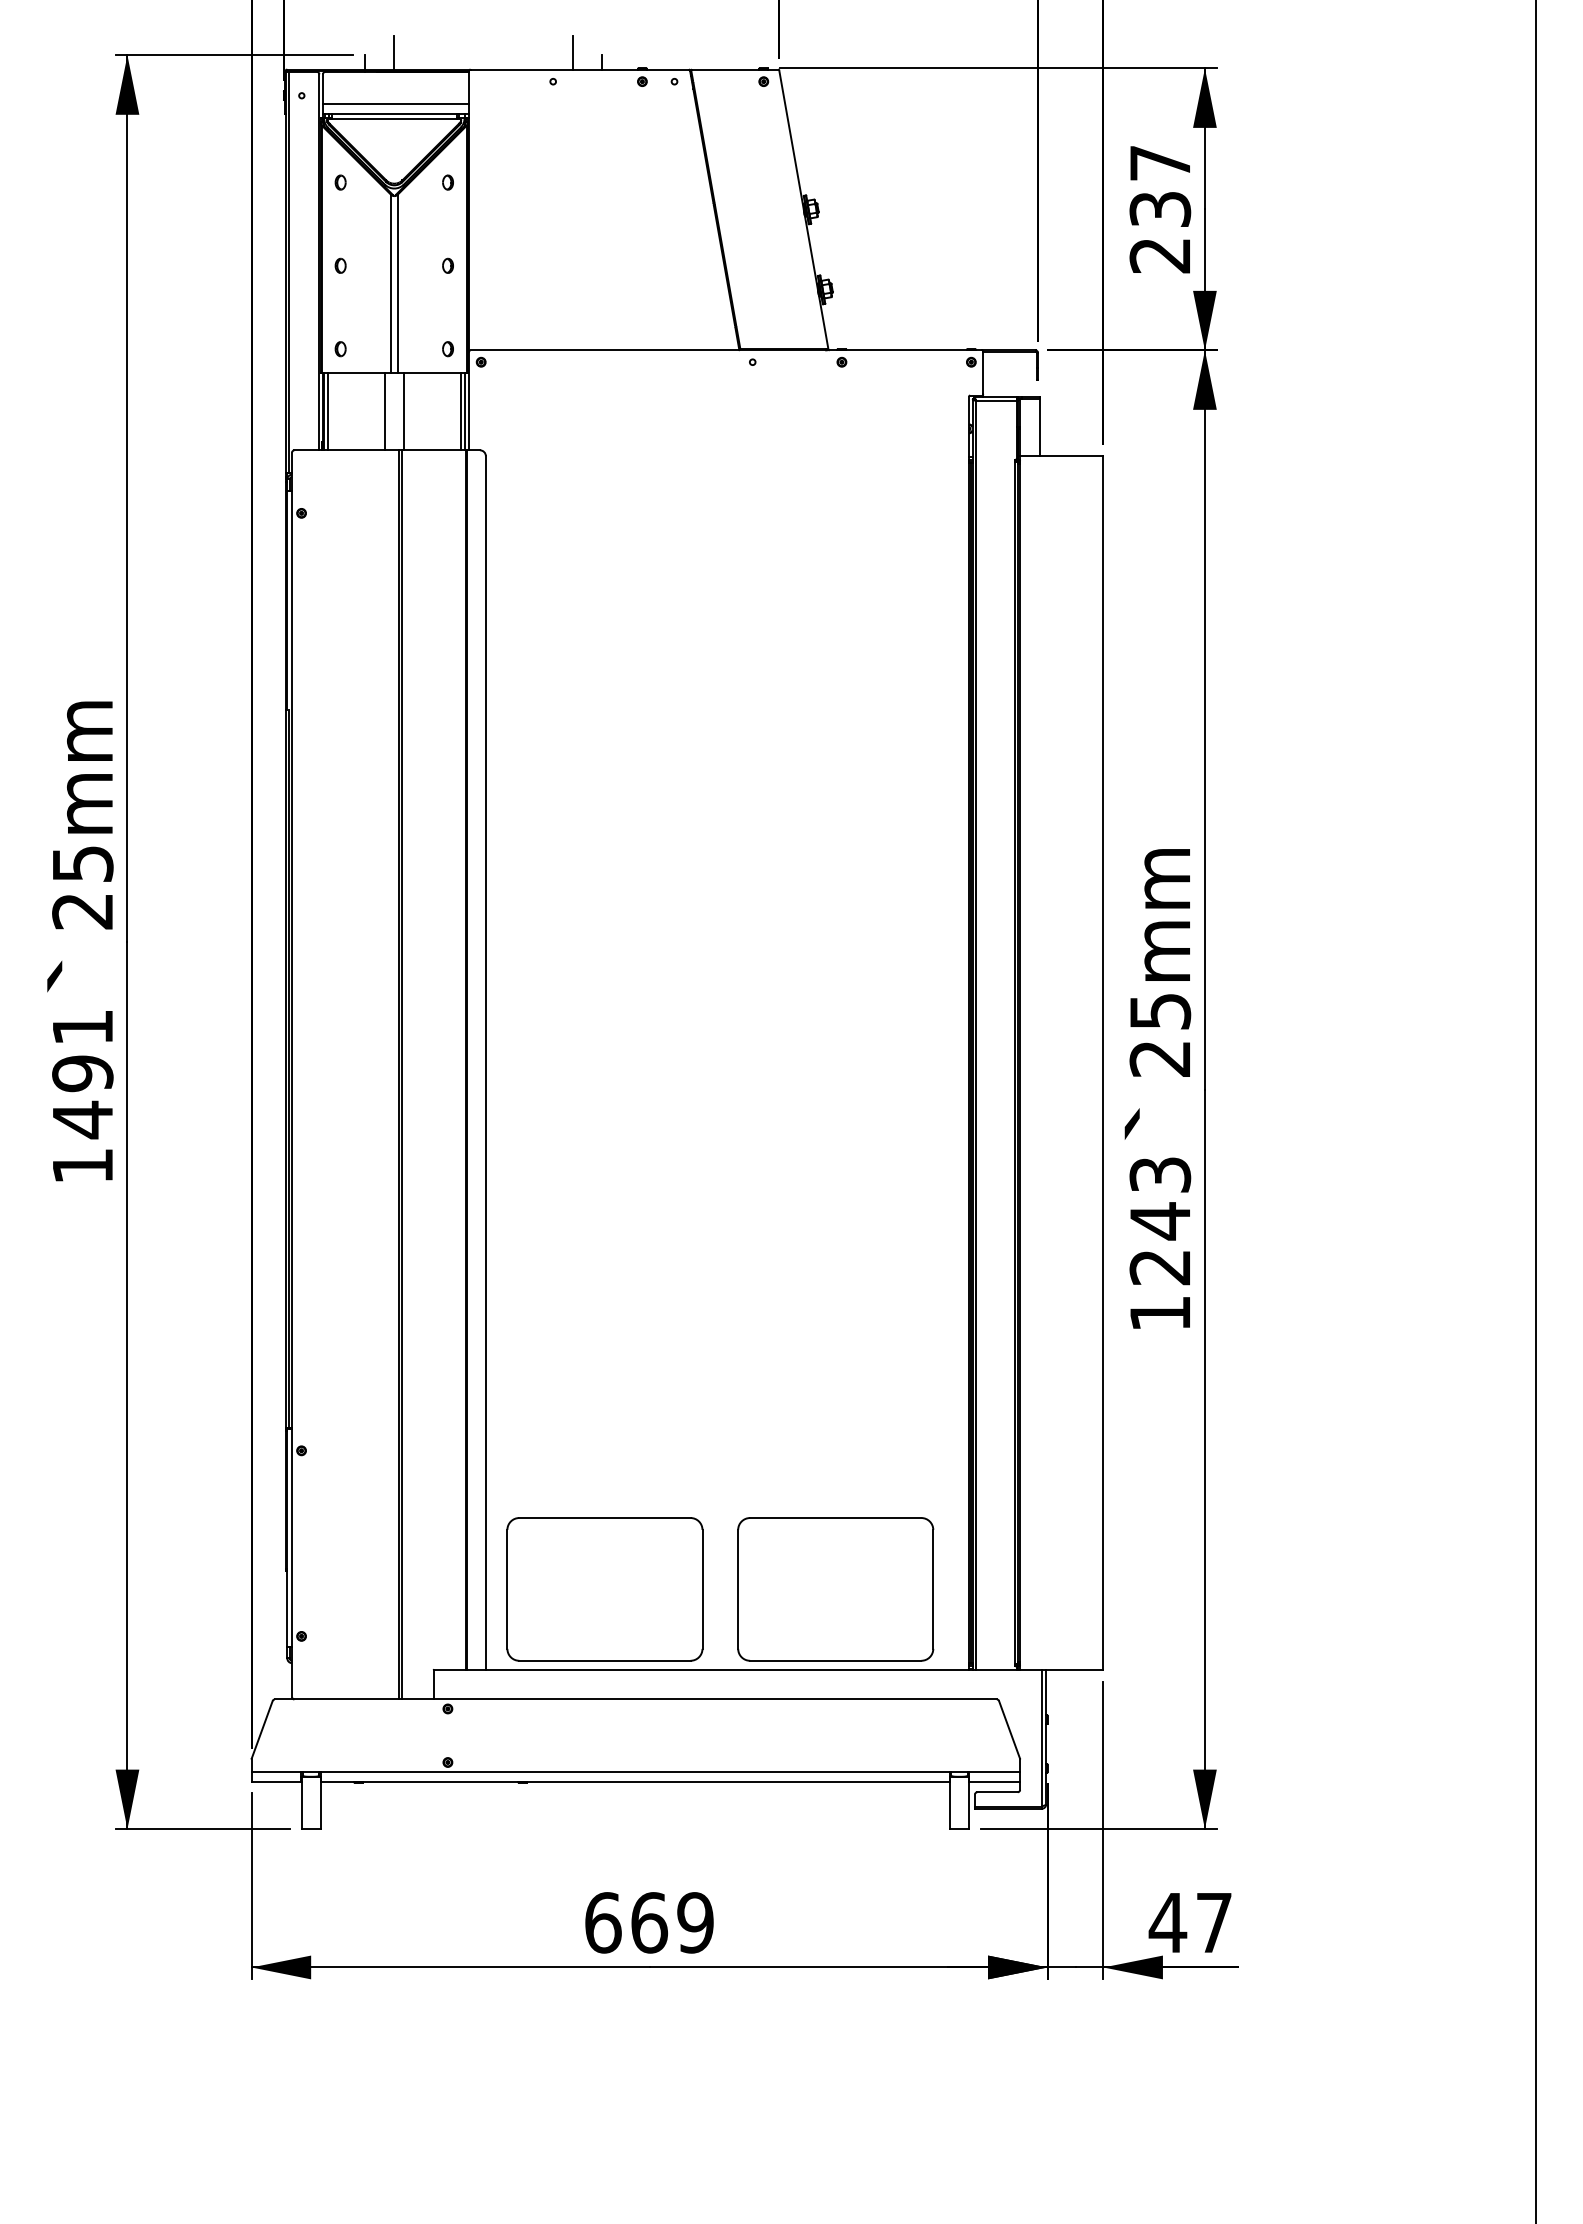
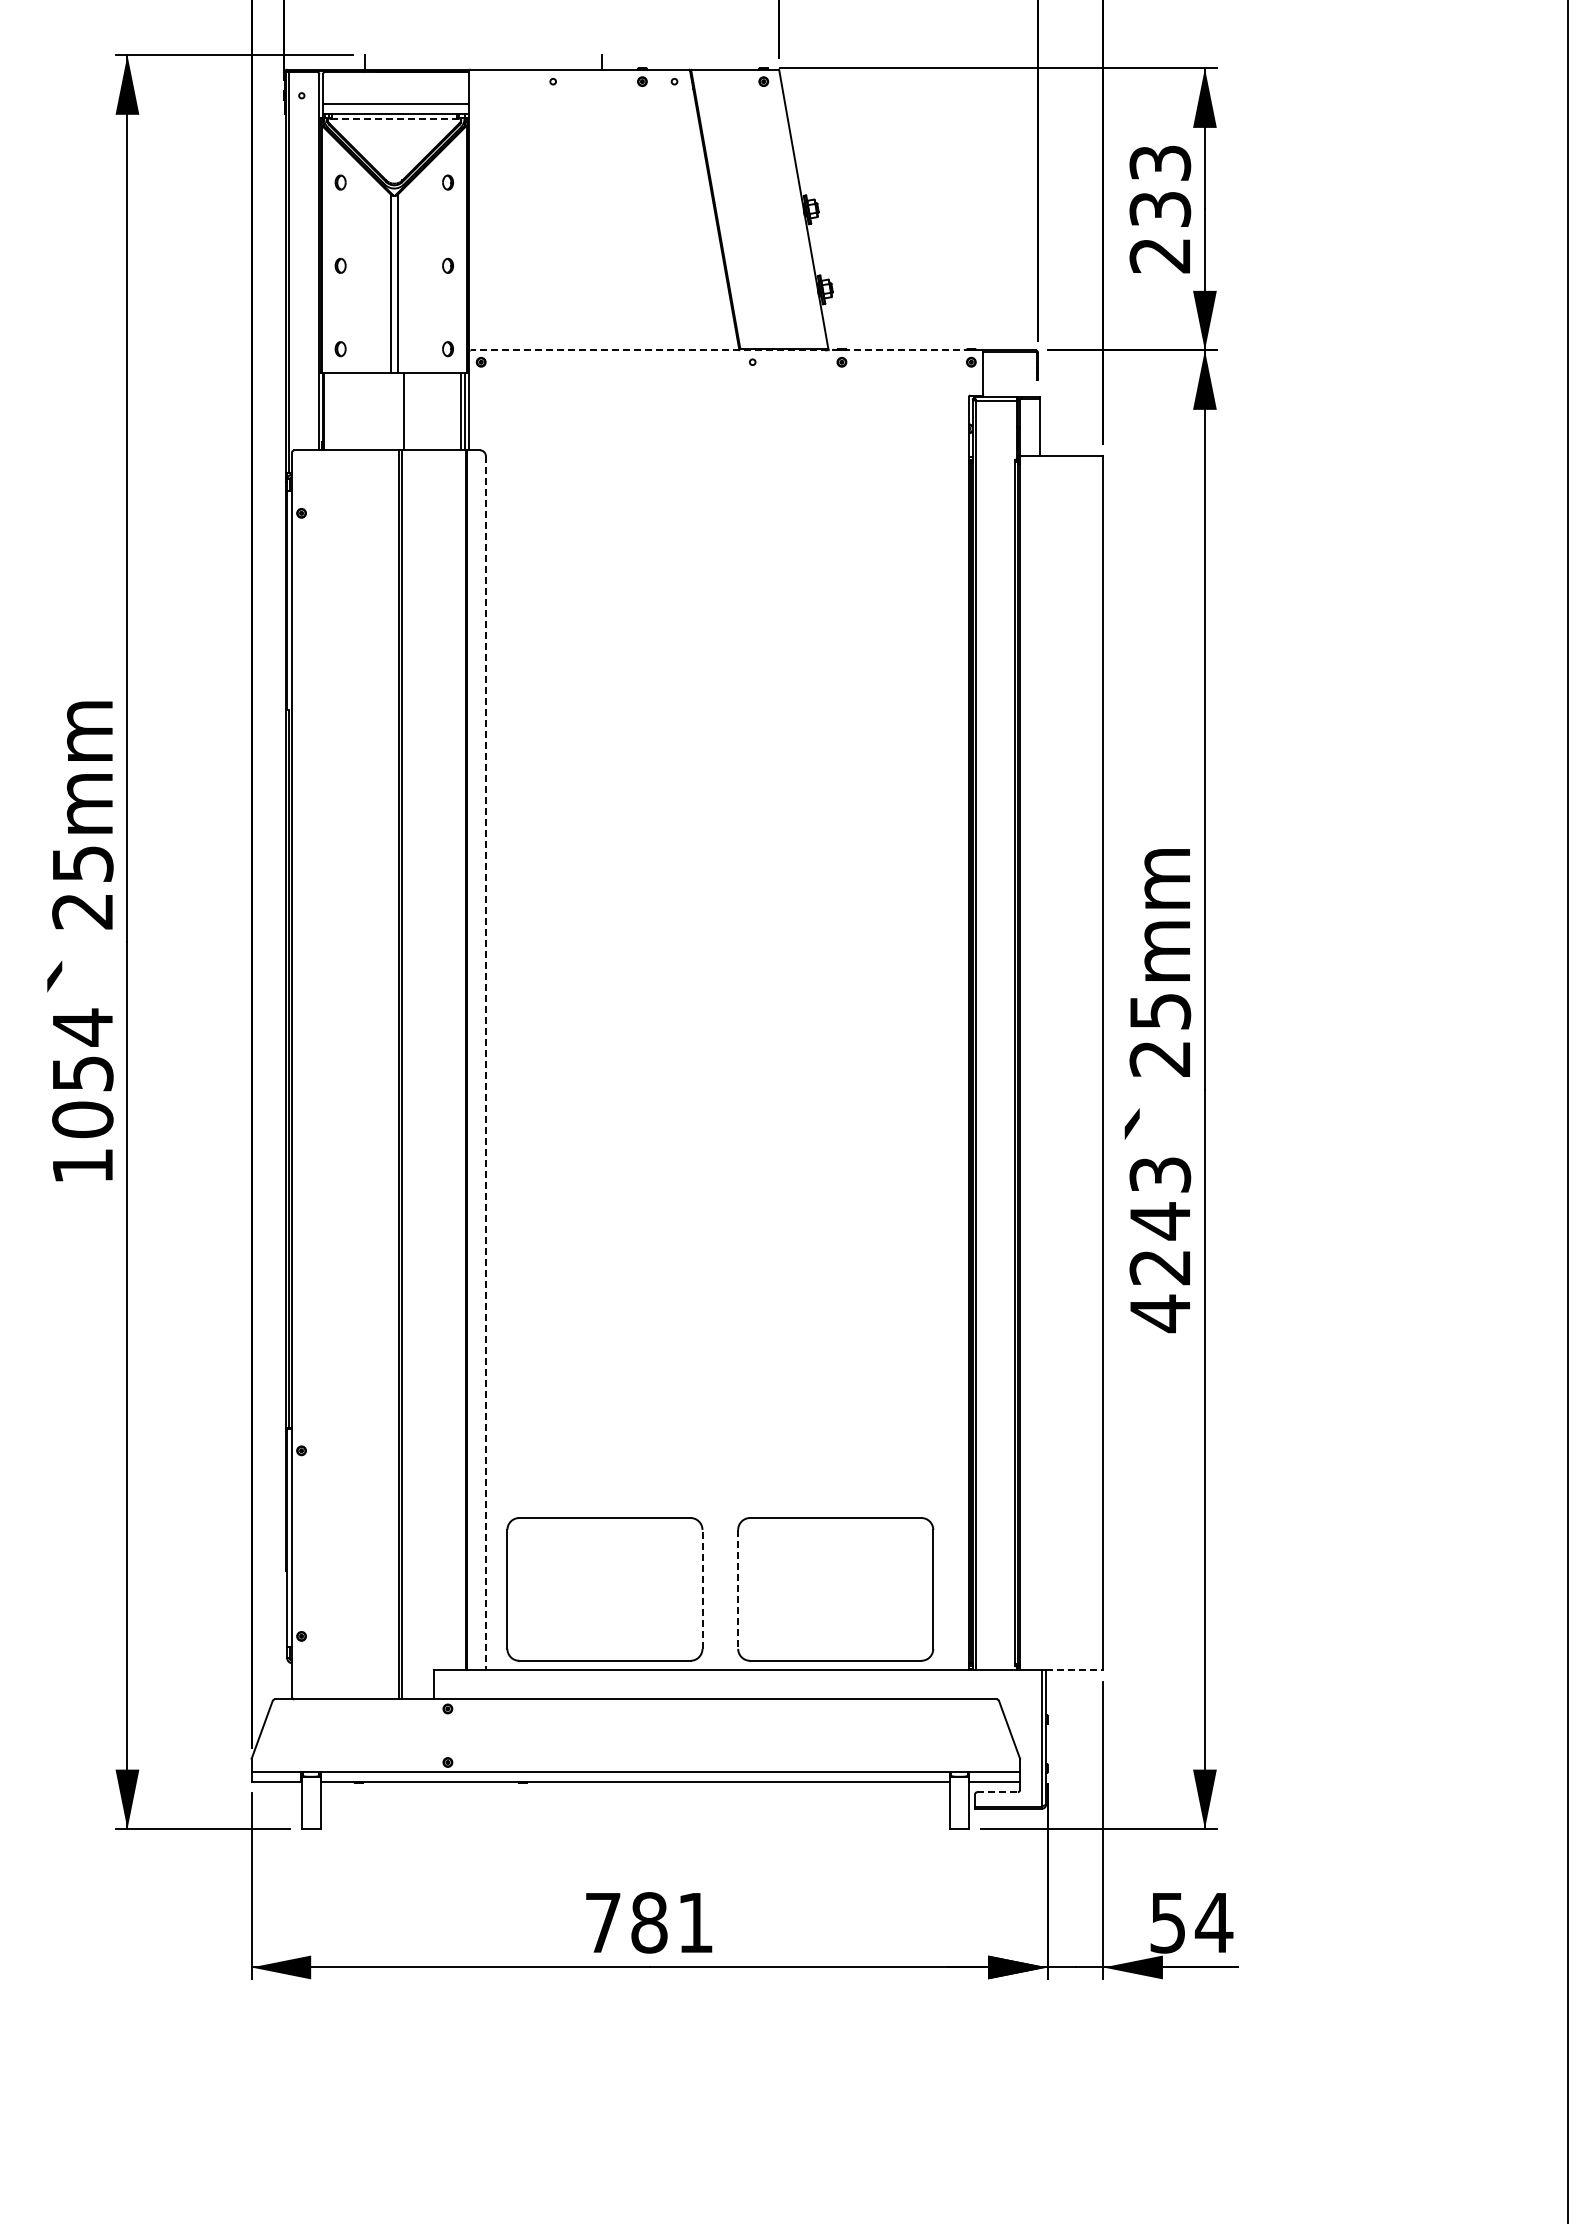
line at (394, 52): present -> none
line at (572, 52): present -> none
line at (394, 118): solid -> dashed
text at (1160, 162): 237 -> 233
line at (726, 350): solid -> dashed
line at (328, 411): present -> none
line at (384, 411): present -> none
line at (485, 1062): solid -> dashed
text at (82, 1073): 1491 -> 1054
line at (1535, 1111) position: (1535, 1111) -> (1567, 1111)
text at (1159, 1313): 1243 -> 4243
line at (702, 1588): solid -> dashed
line at (738, 1589): solid -> dashed
line at (1074, 1669): solid -> dashed
line at (998, 1792): solid -> dashed
text at (649, 1922): 669 -> 781
text at (1190, 1923): 47 -> 54
